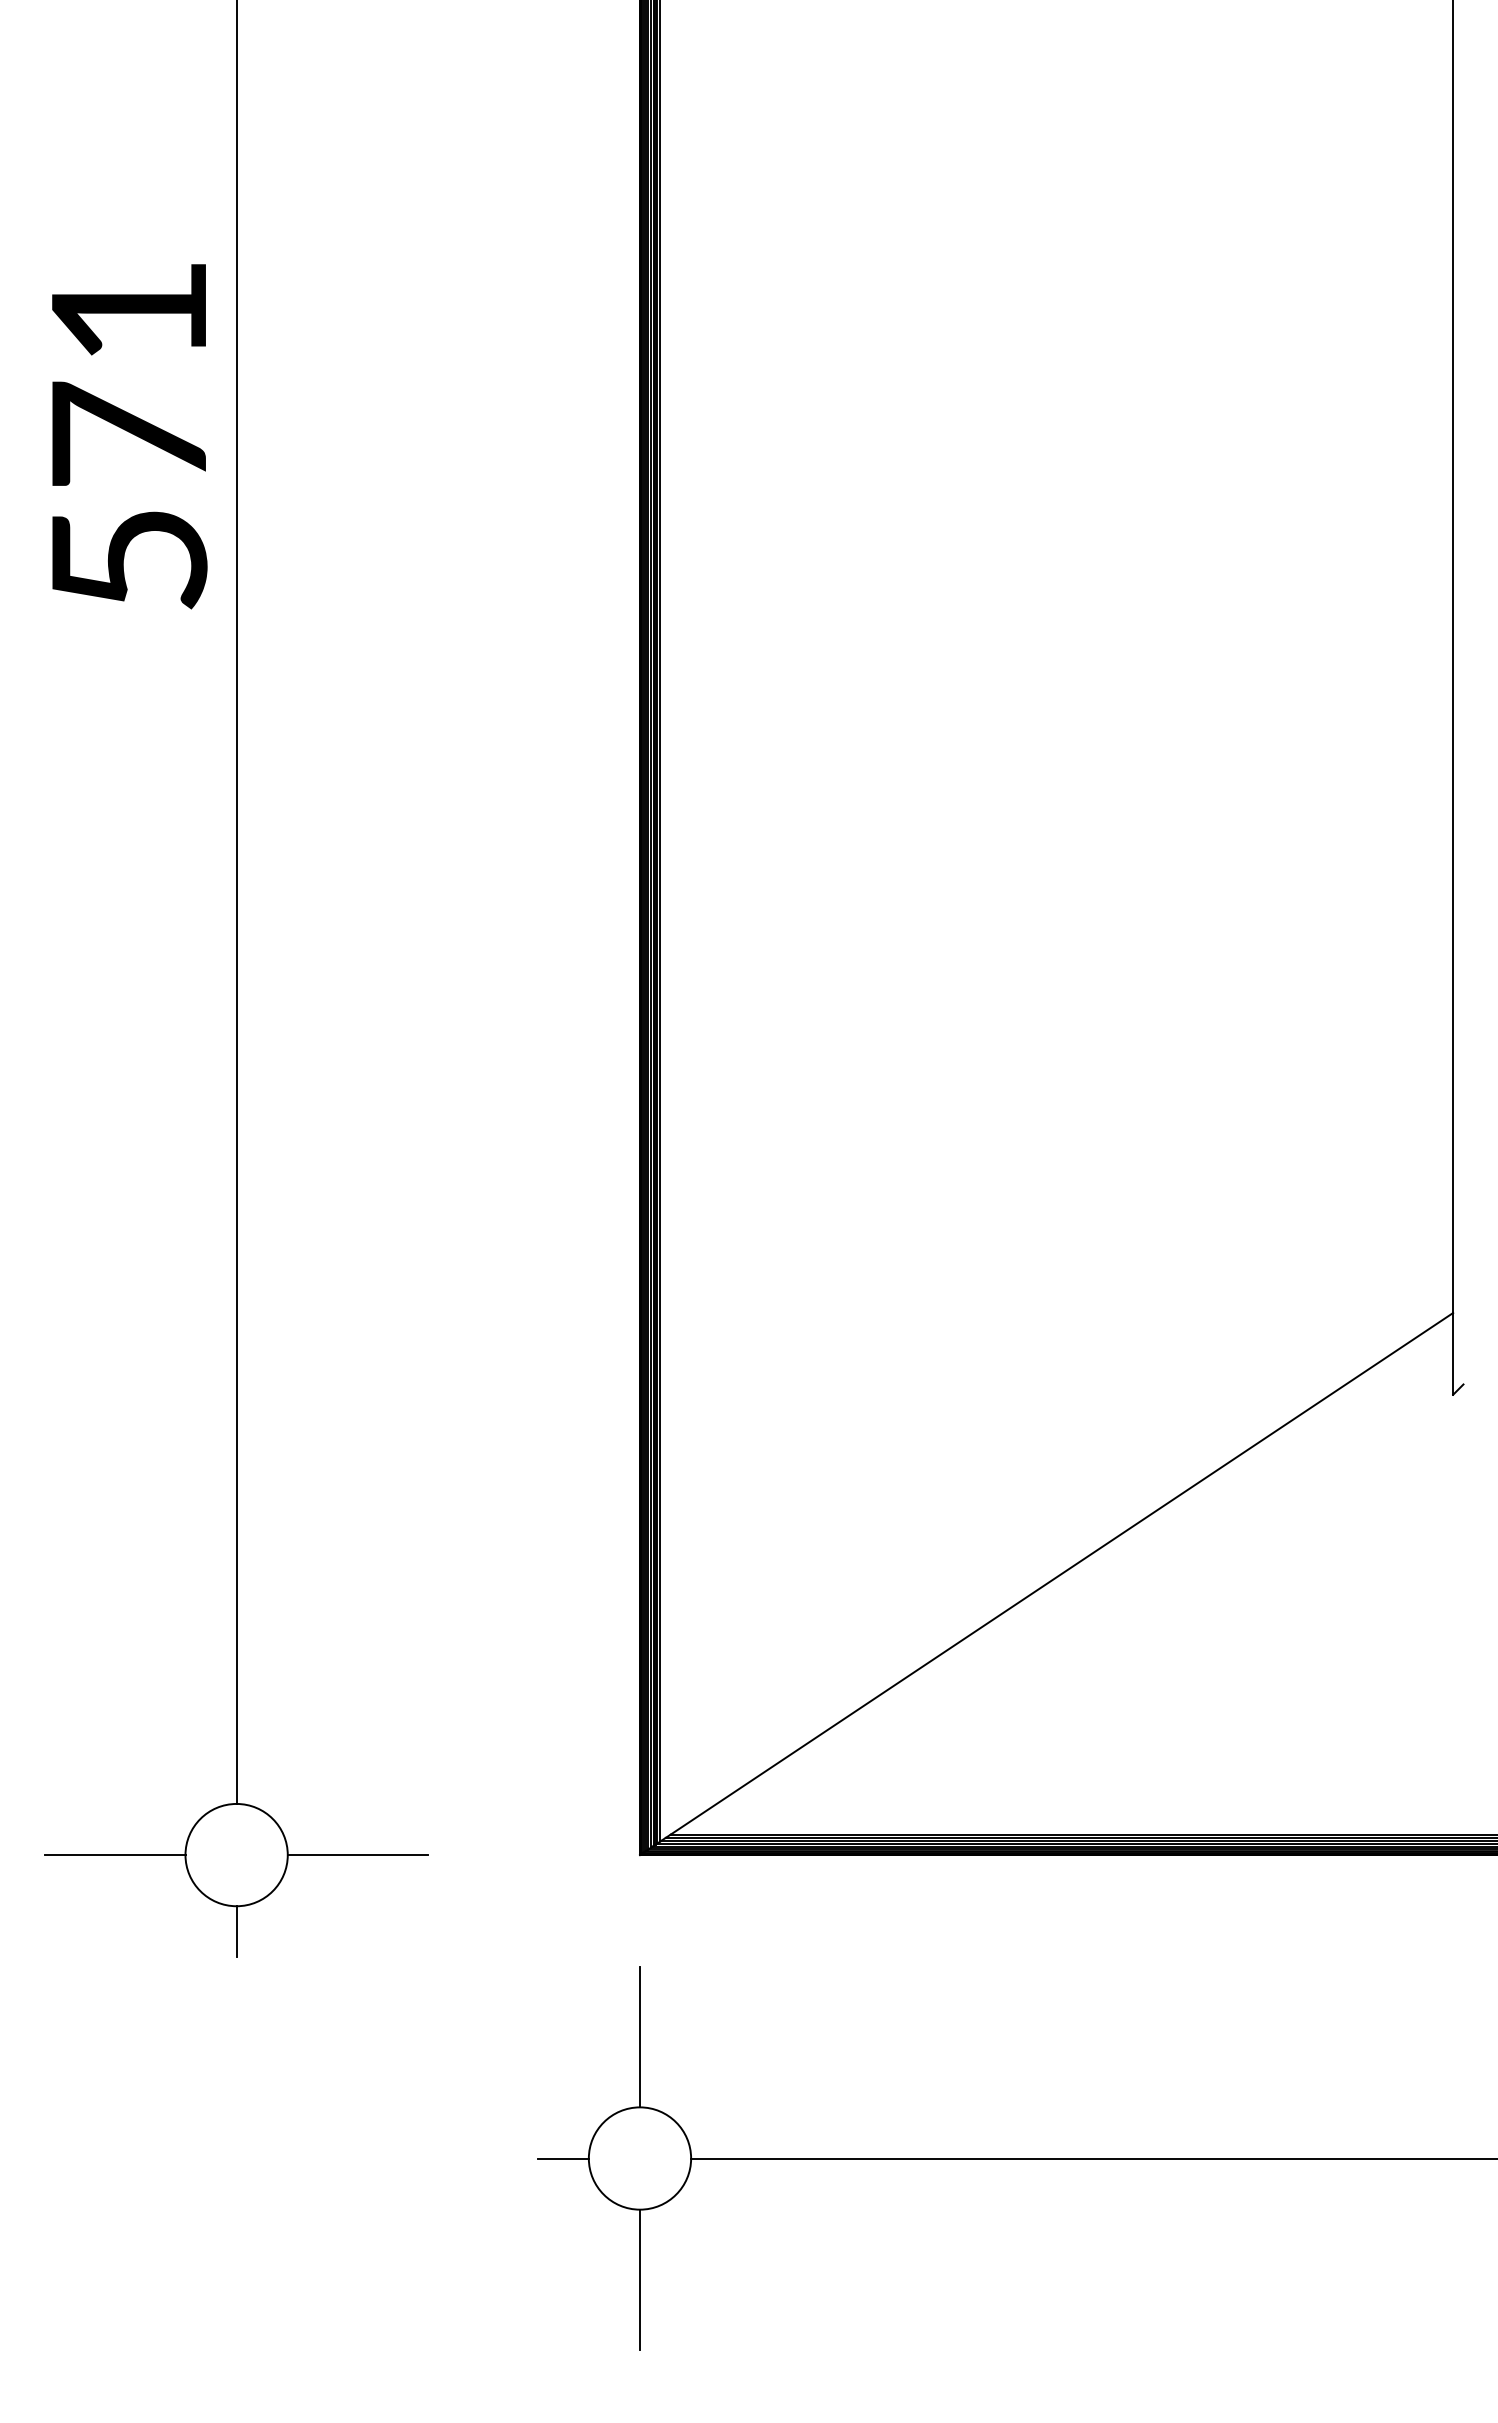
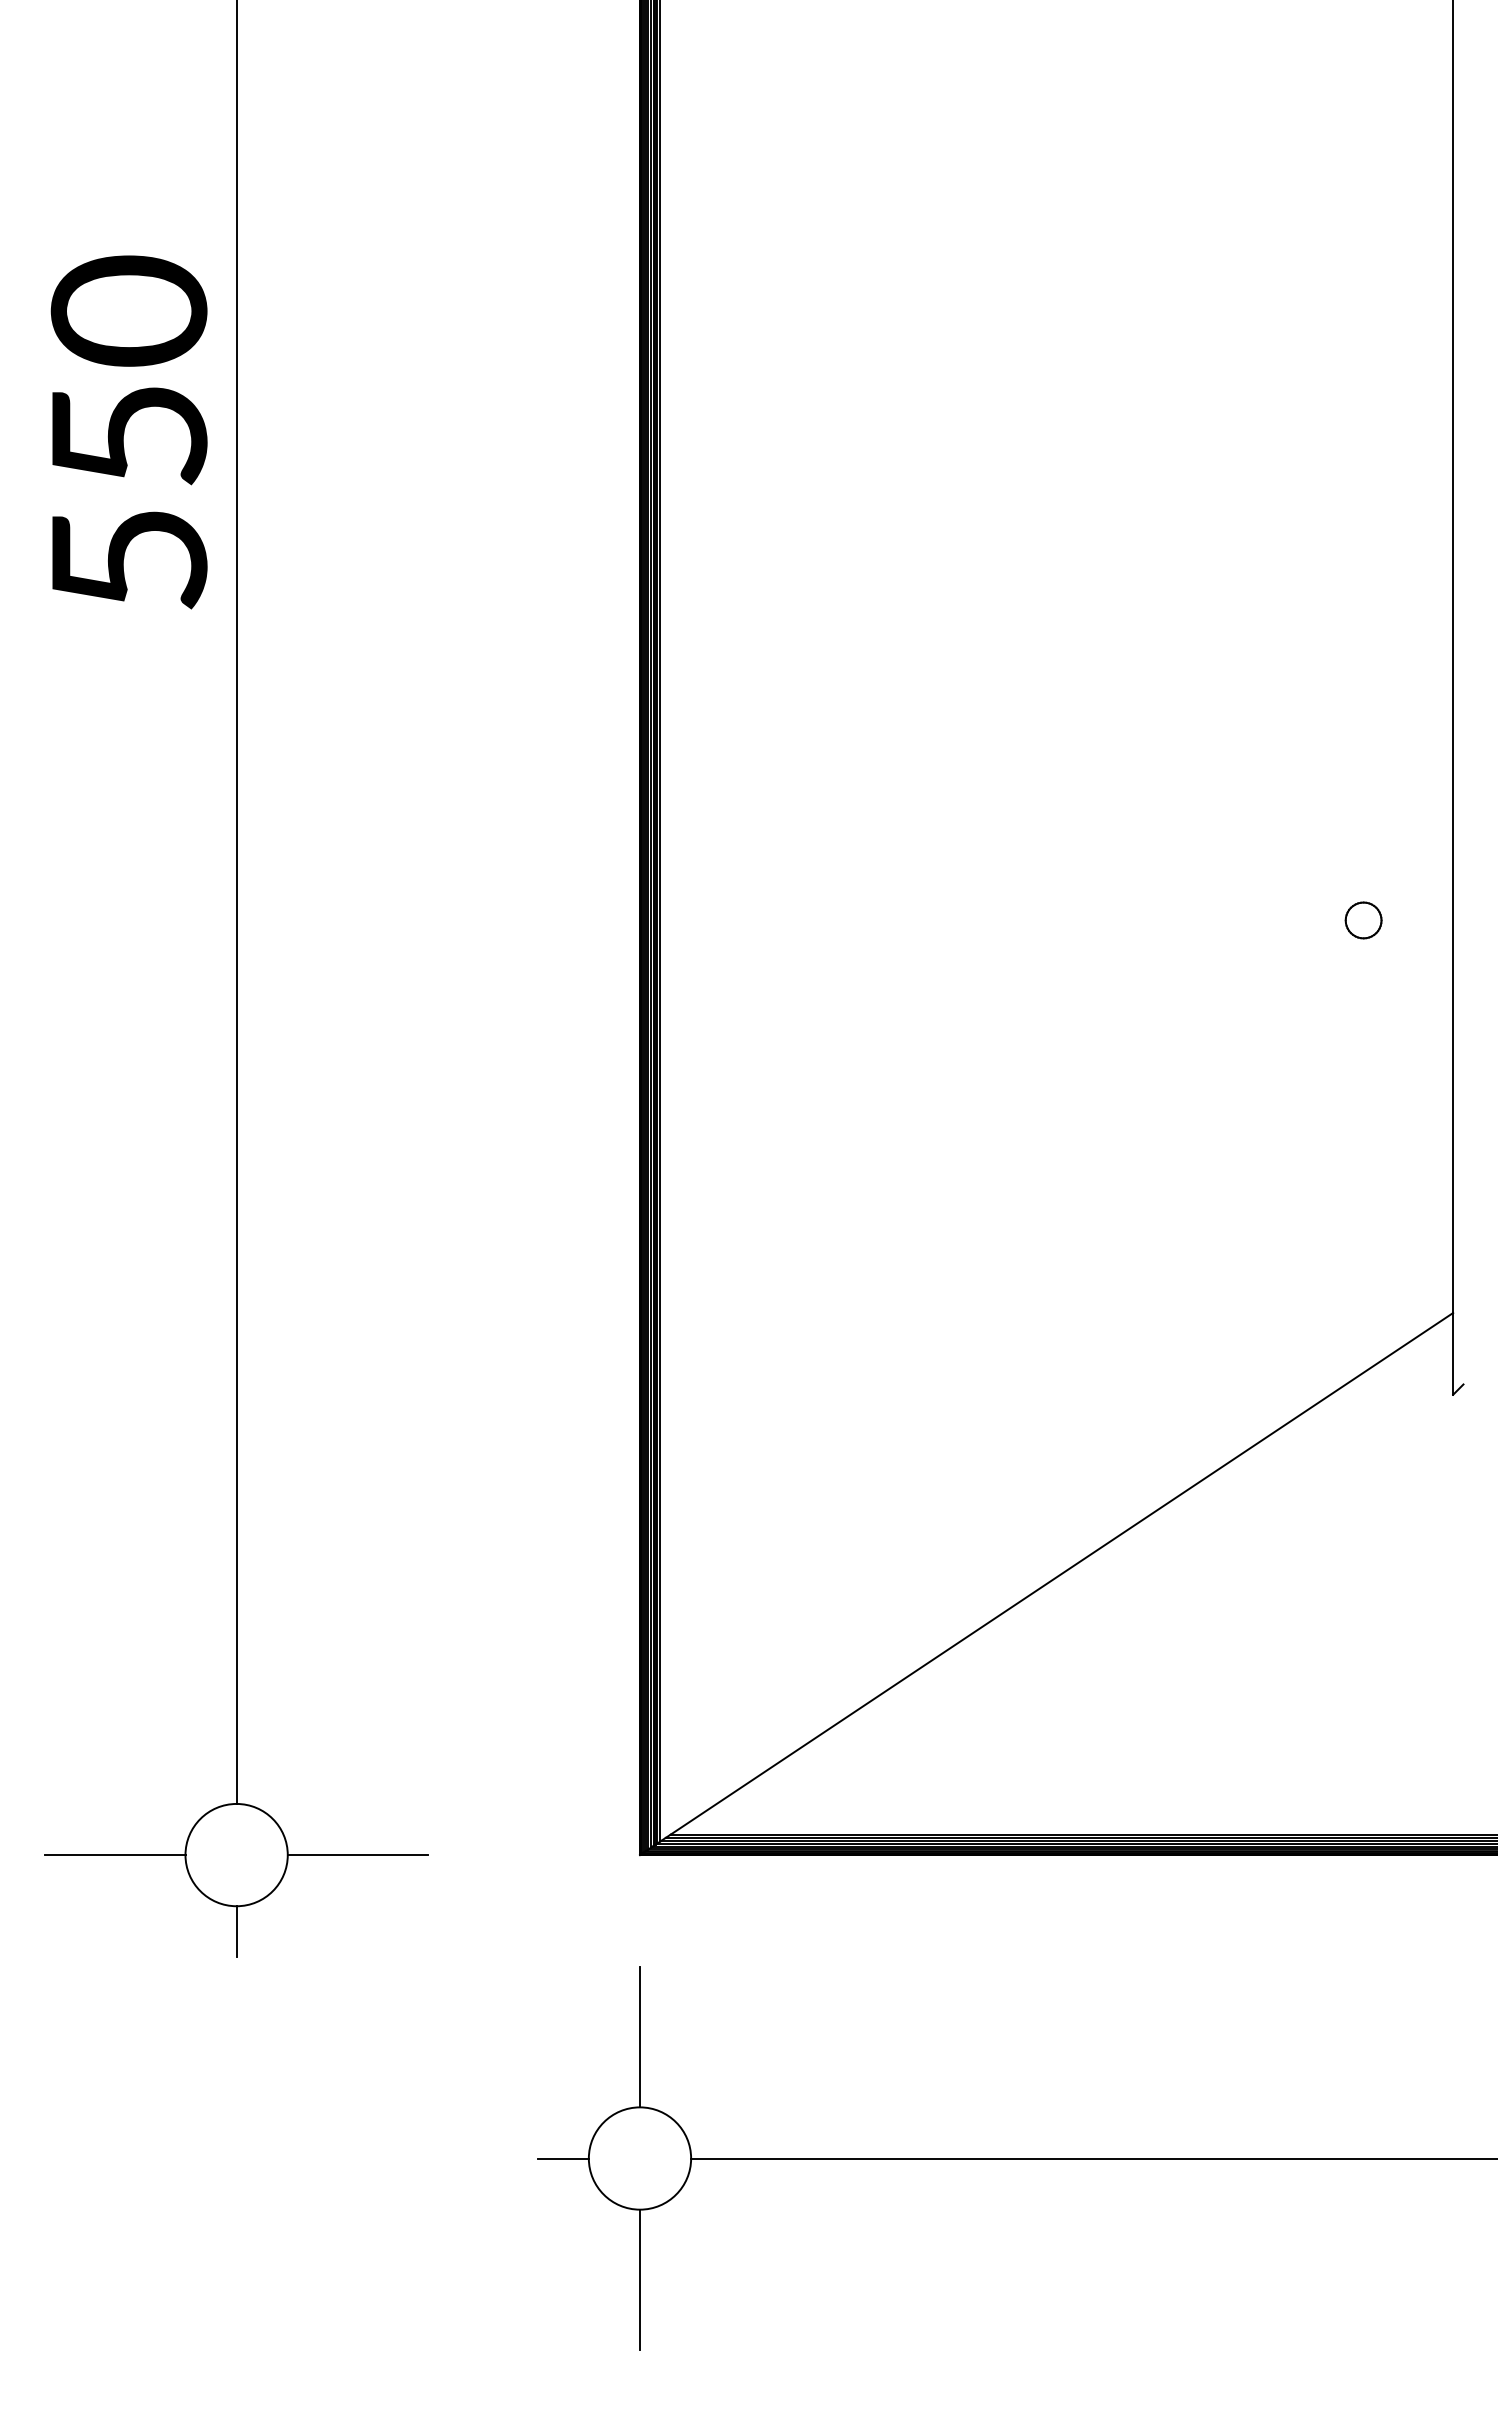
text at (128, 370): 571 -> 550
part at (1363, 920): none -> present
